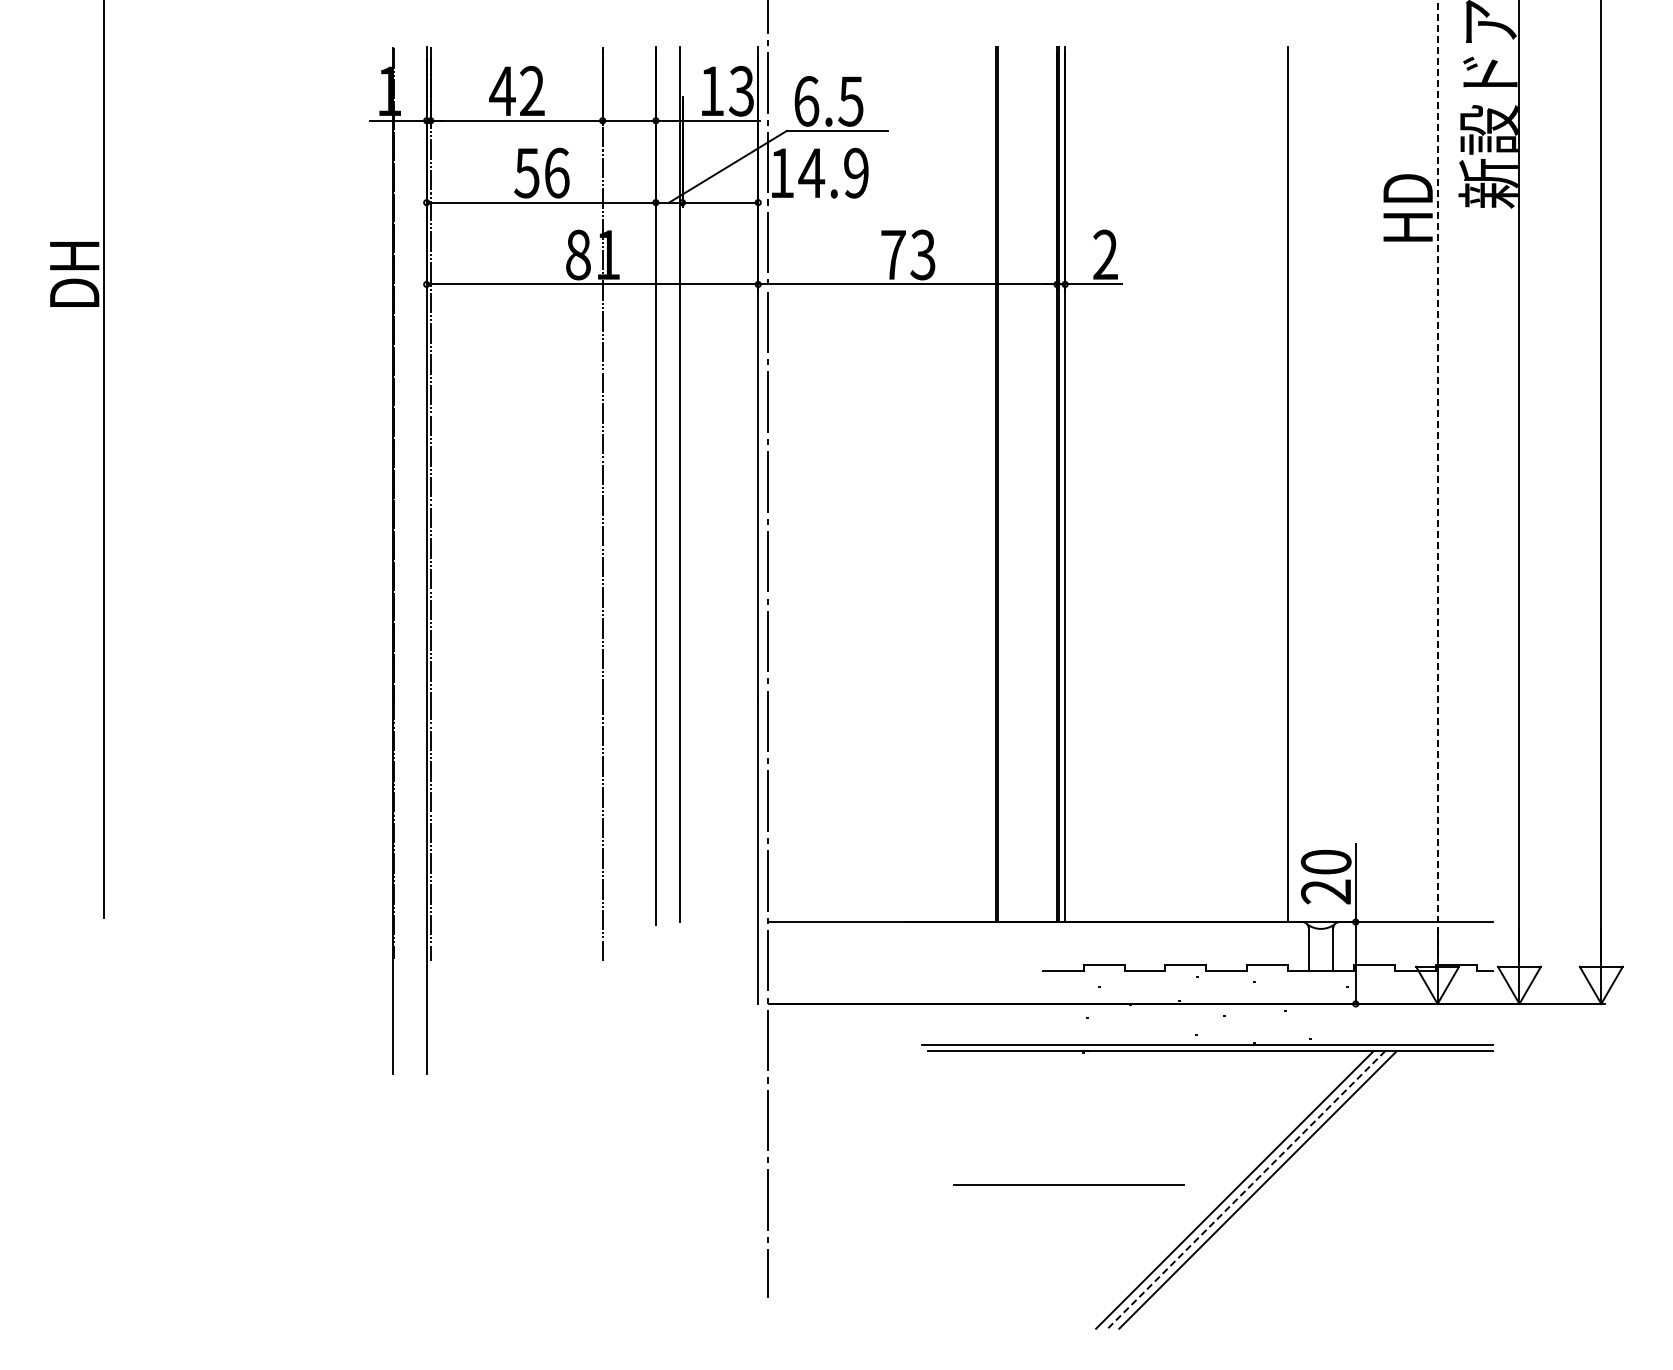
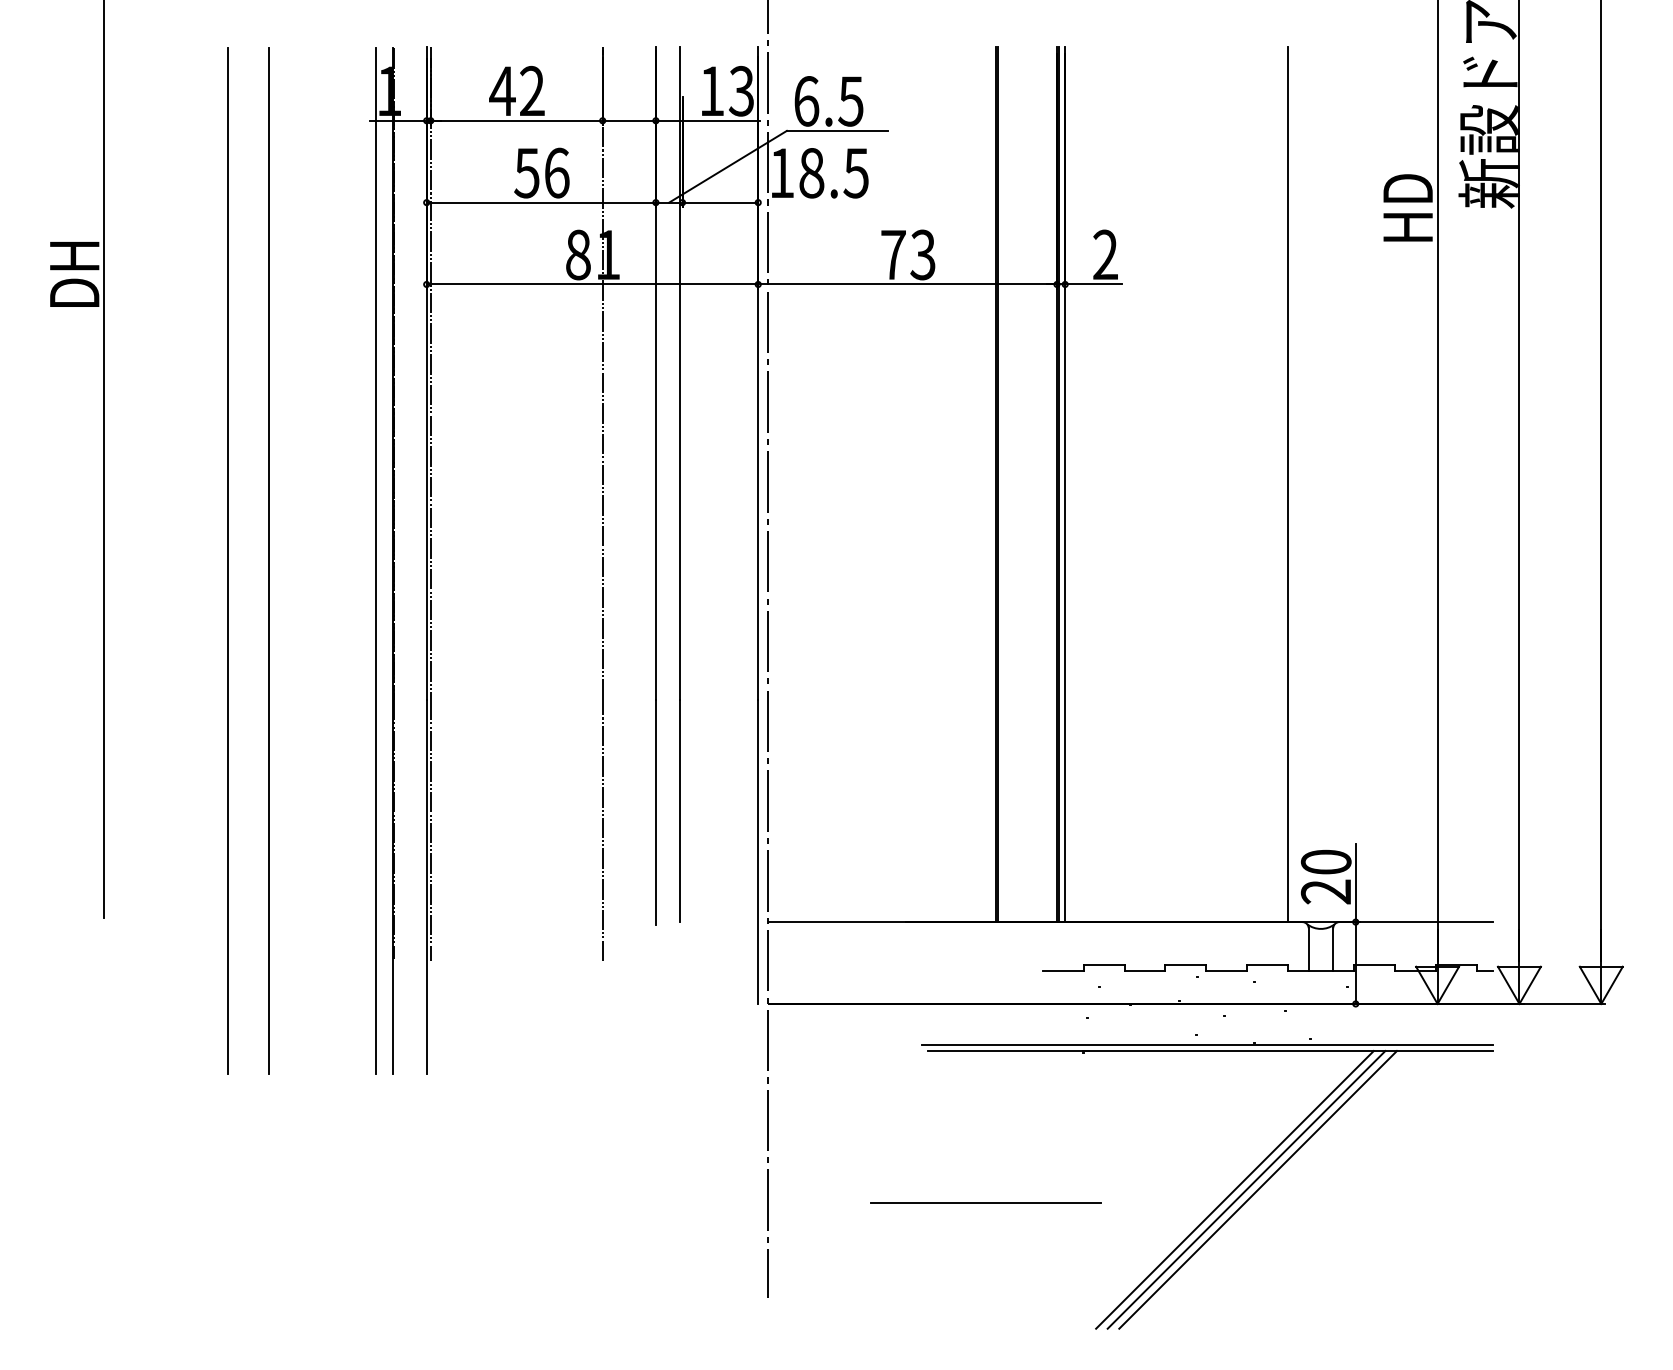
text at (833, 172): 14.9 -> 18.5
line at (1437, 481): dashed -> solid
line at (228, 560): none -> present
line at (269, 560): none -> present
line at (376, 560): none -> present
line at (1068, 1184) position: (1068, 1184) -> (985, 1202)
line at (1246, 1190): dashed -> solid
